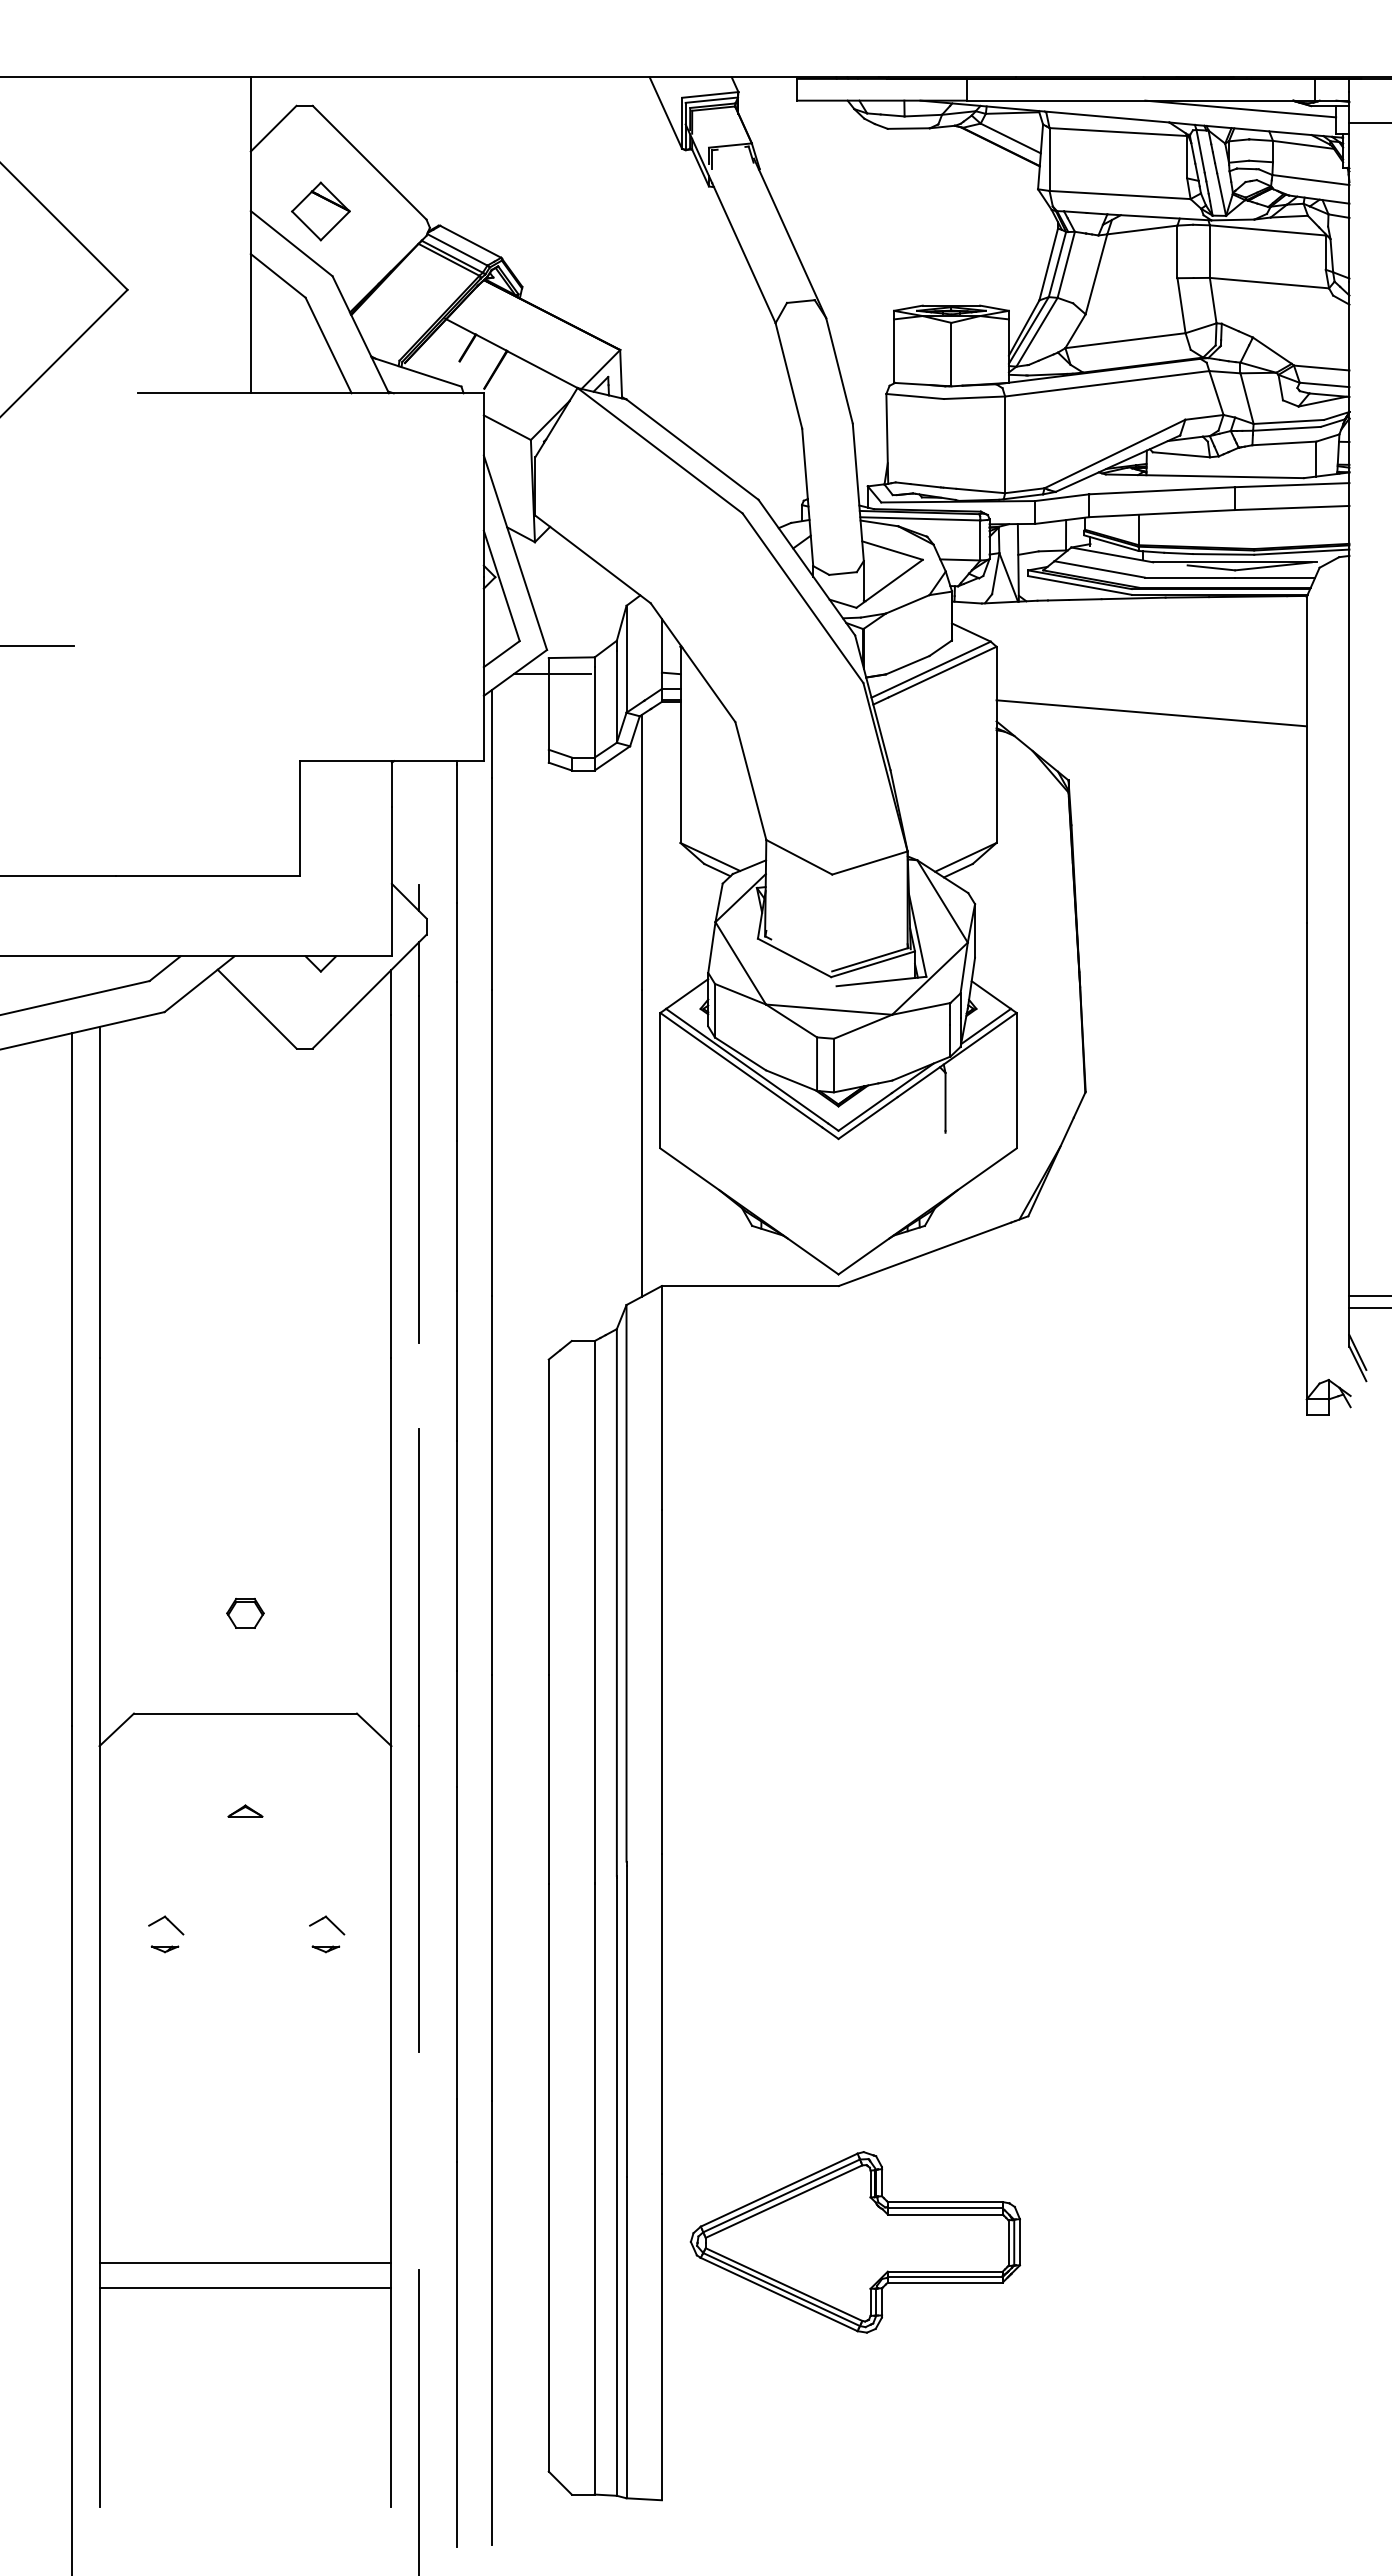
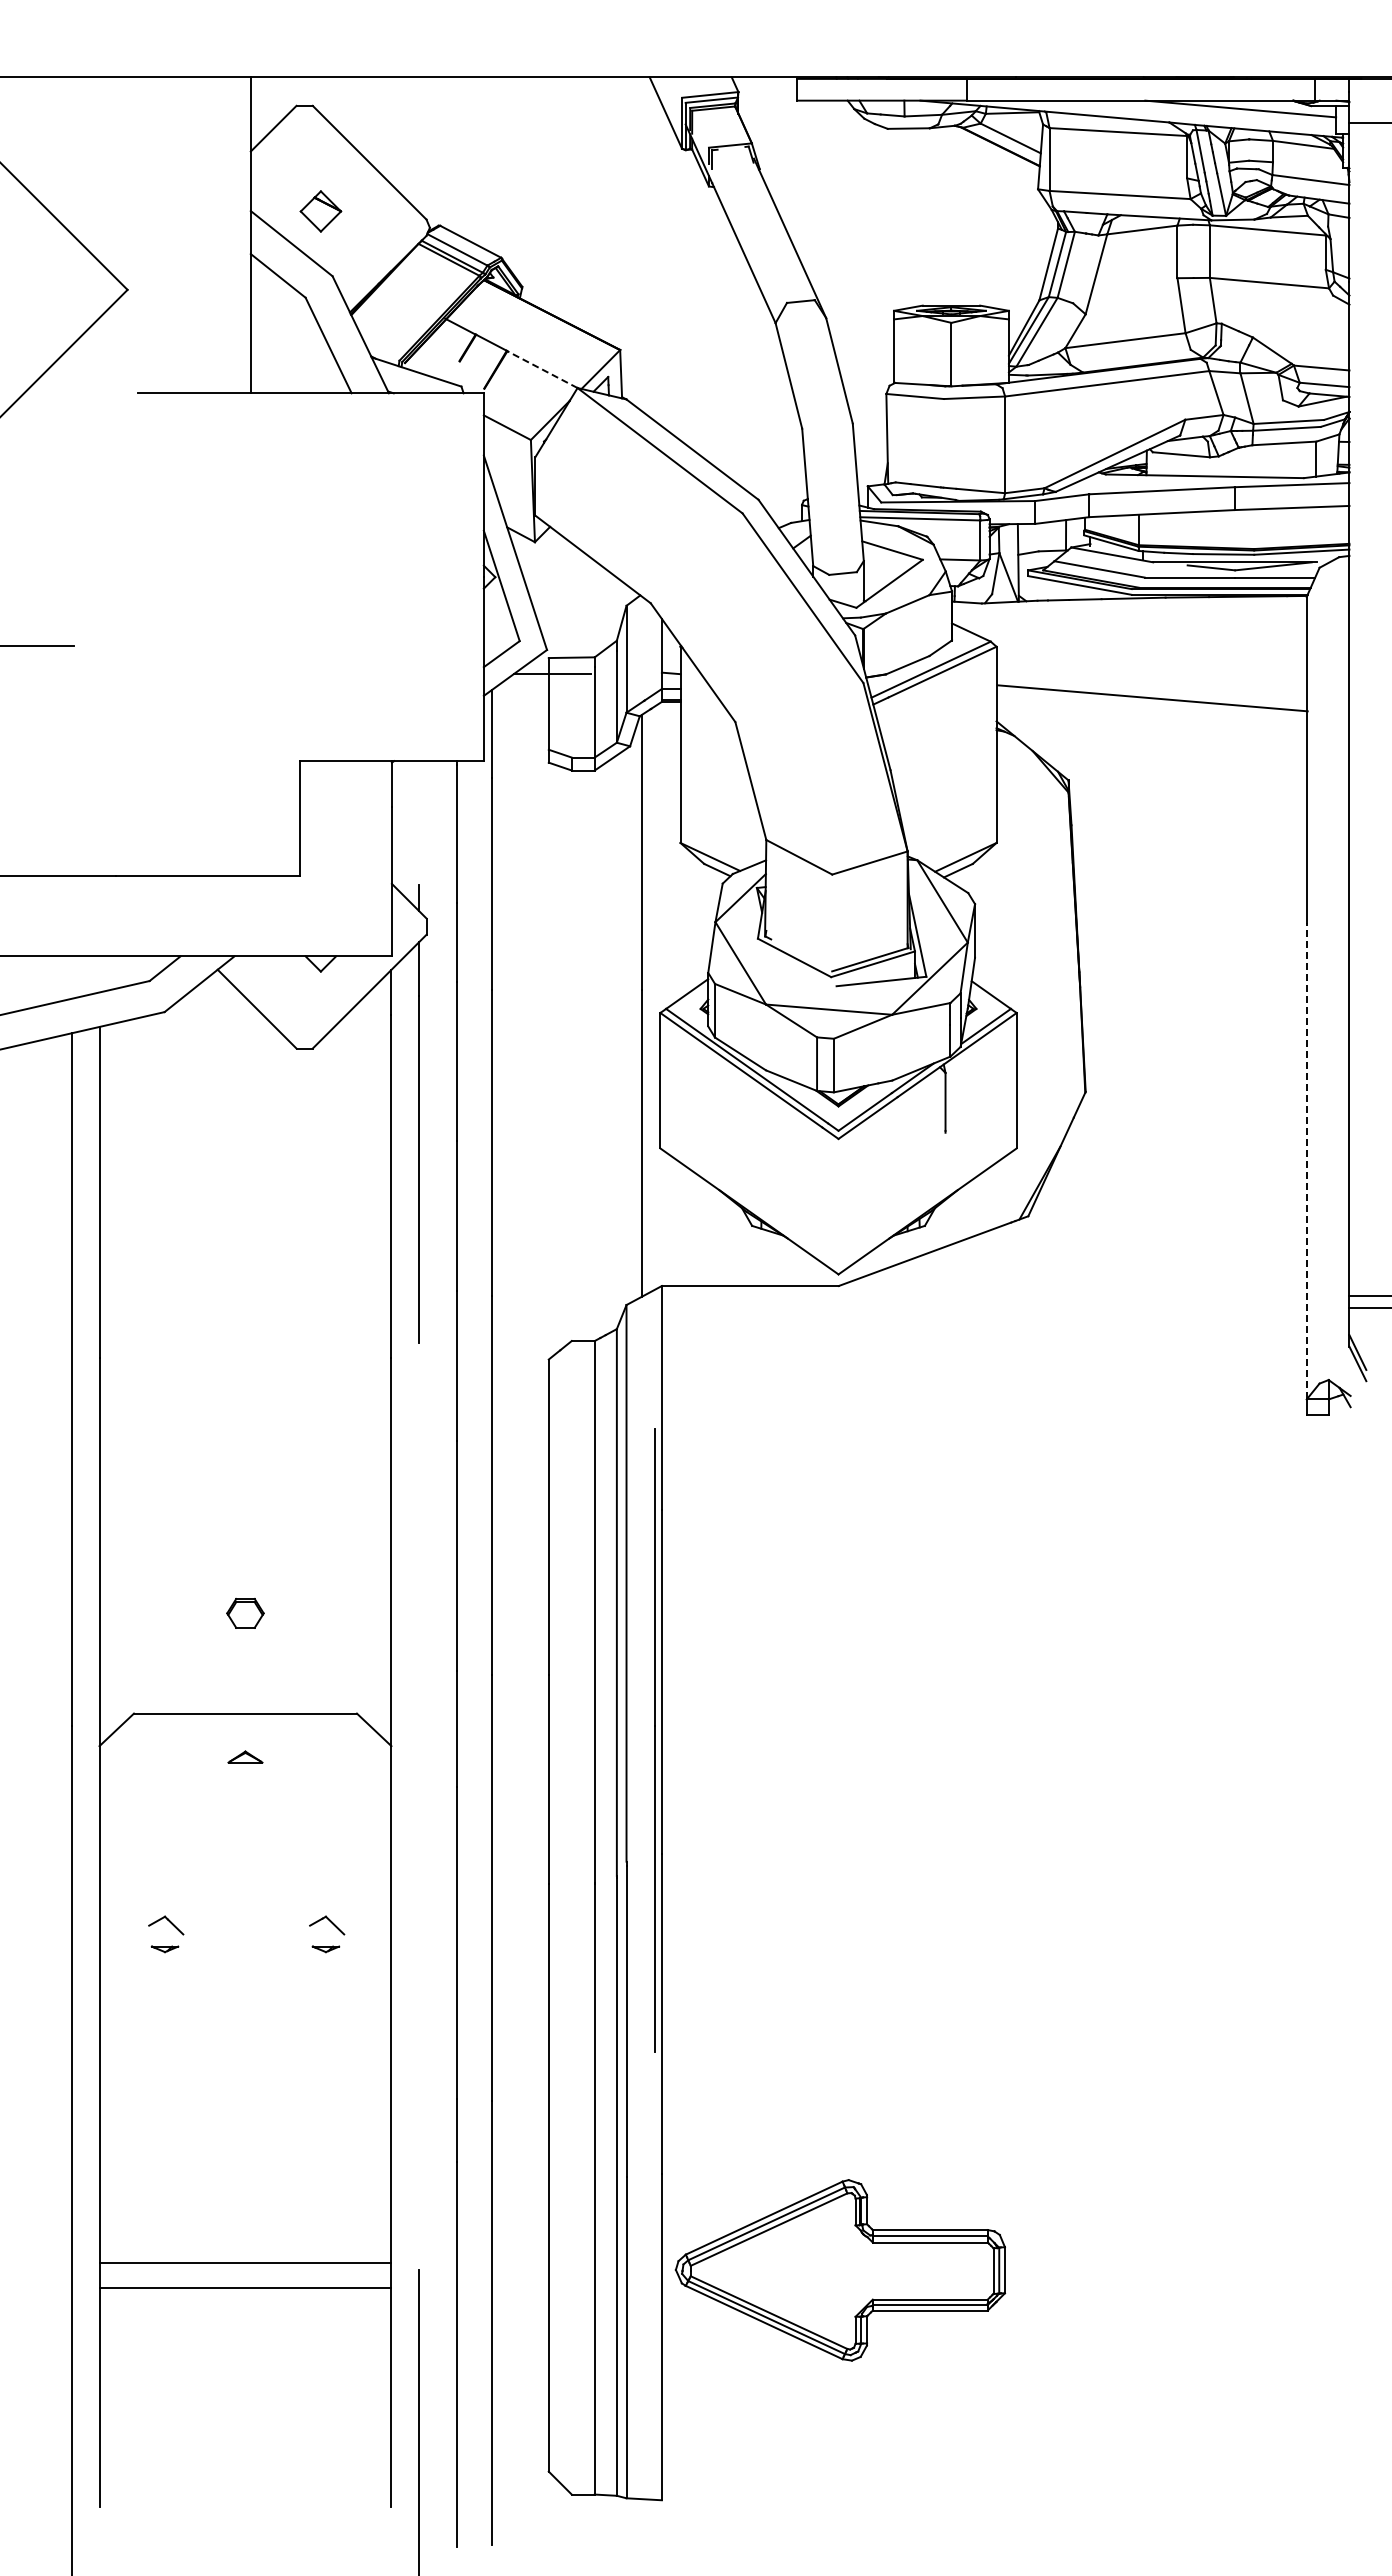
part at (320, 211) size: 60x61 px -> 44x43 px
line at (542, 369): solid -> dashed
line at (1151, 713) position: (1151, 713) -> (1152, 698)
line at (1306, 1160): solid -> dashed
line at (418, 1740) position: (418, 1740) -> (654, 1740)
part at (245, 1810) position: (245, 1810) -> (245, 1756)
part at (855, 2242) position: (855, 2242) -> (840, 2270)
